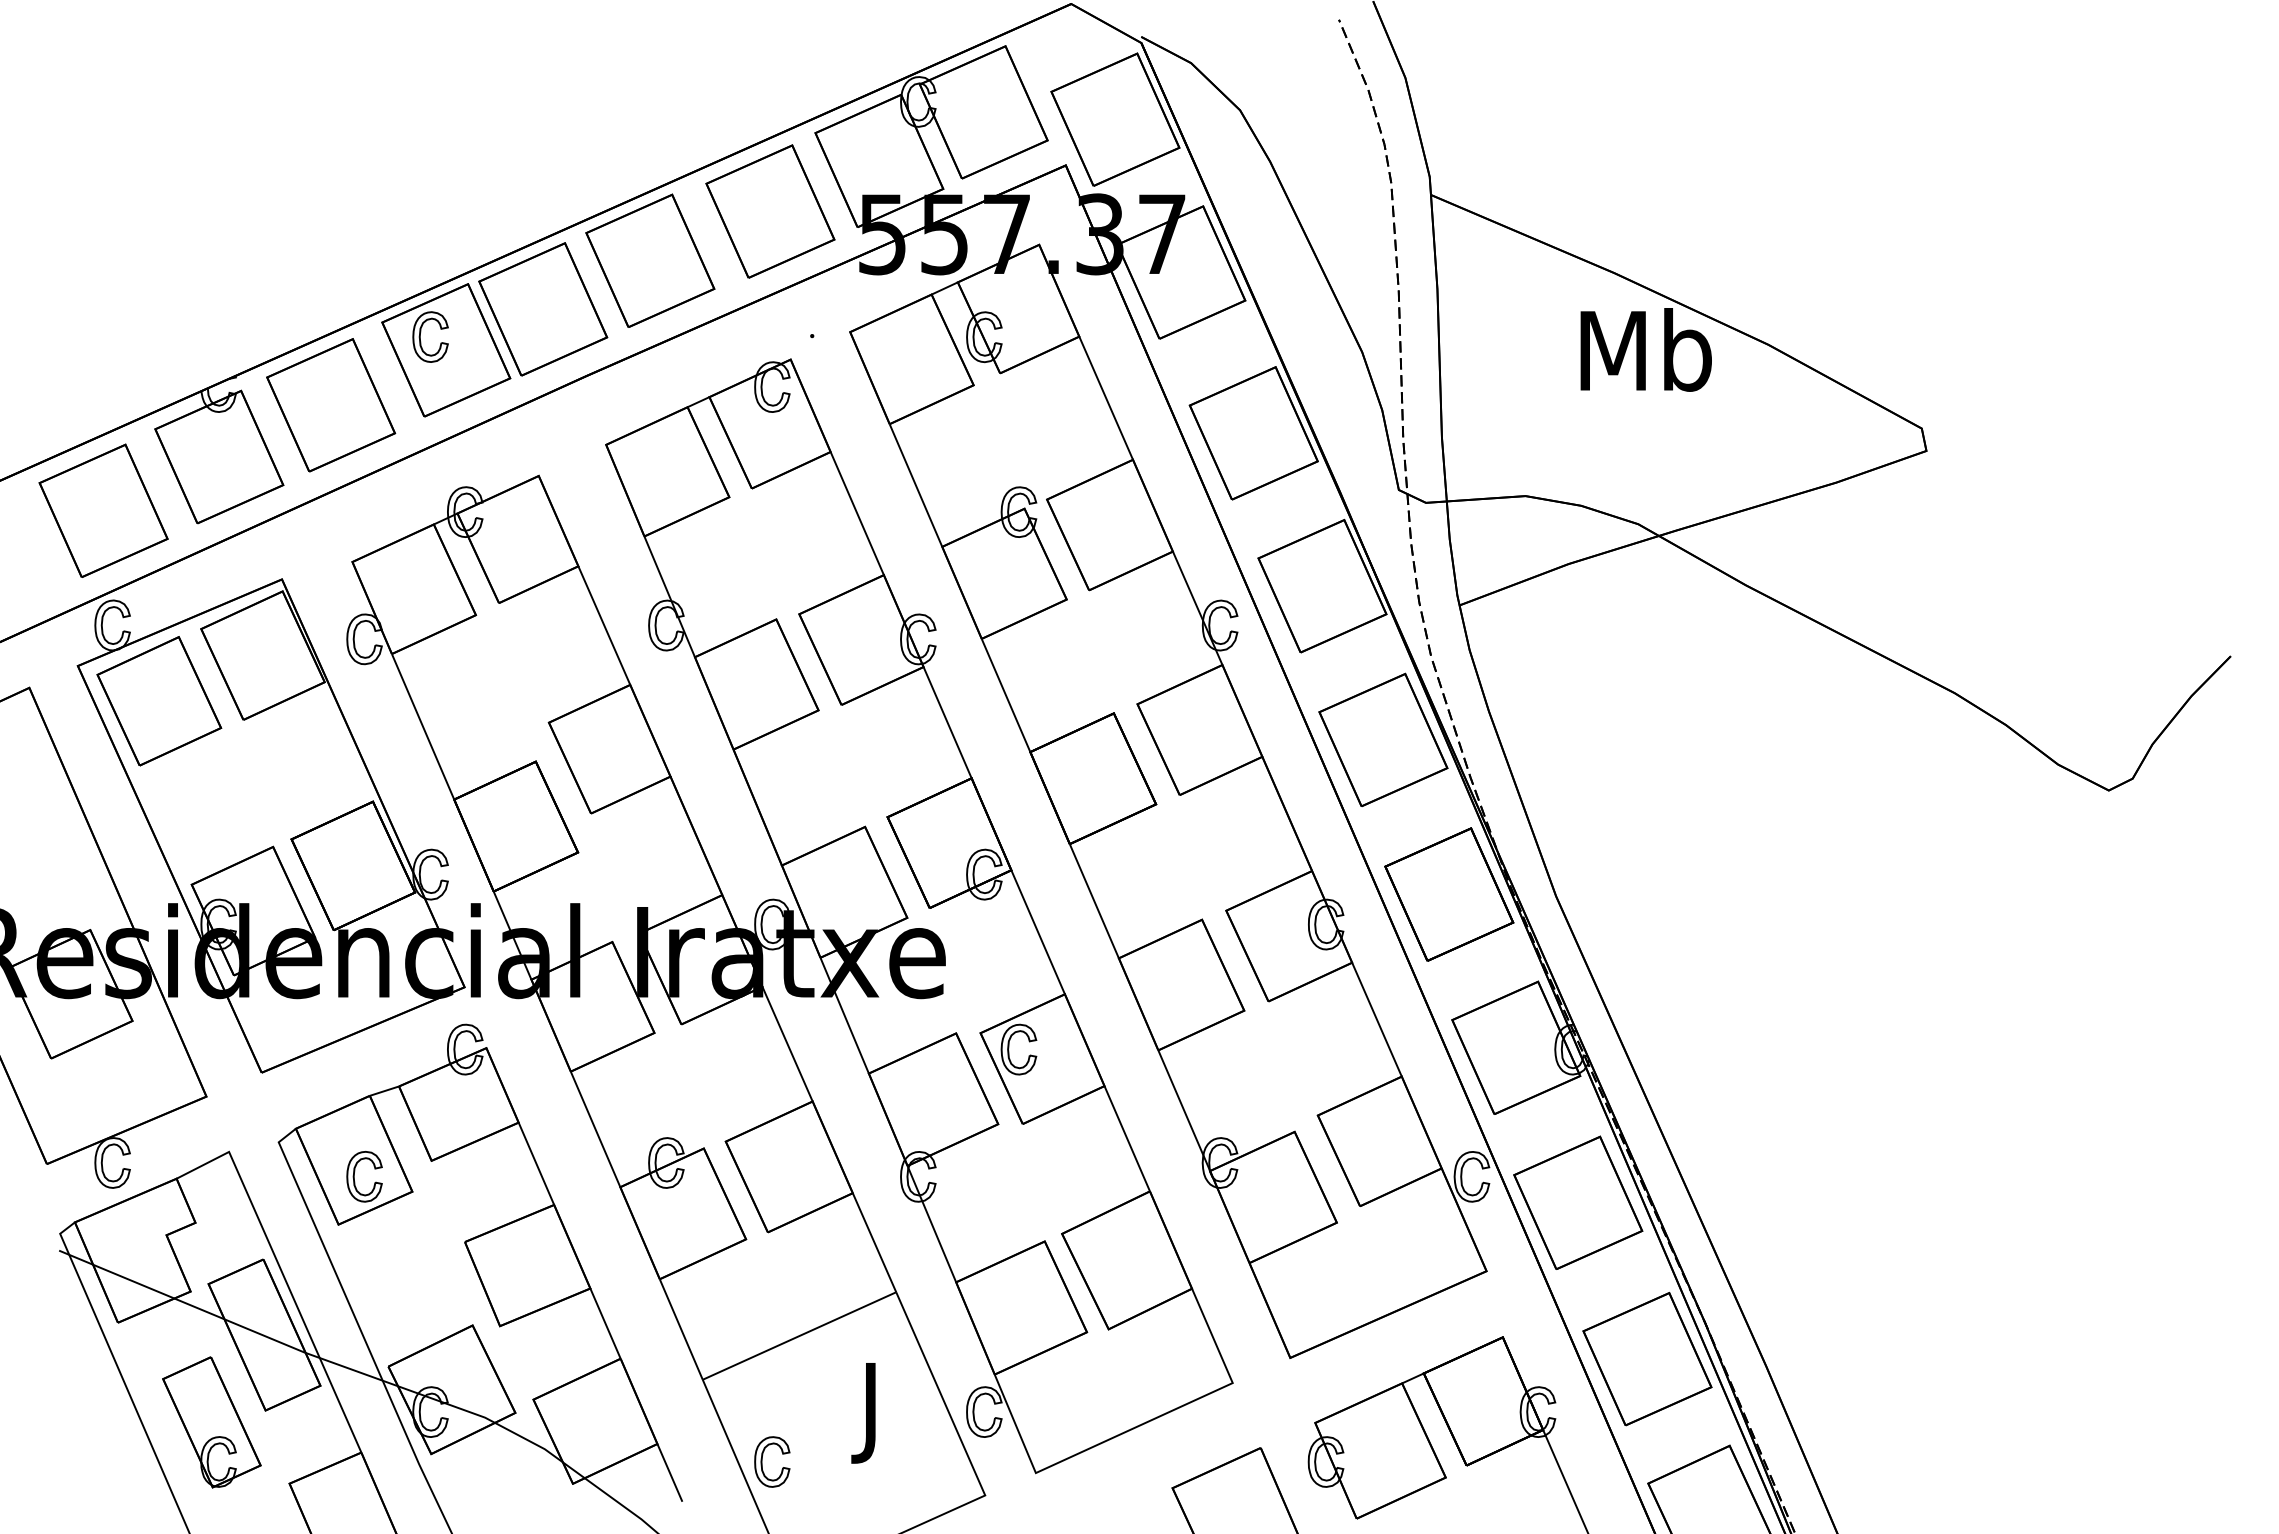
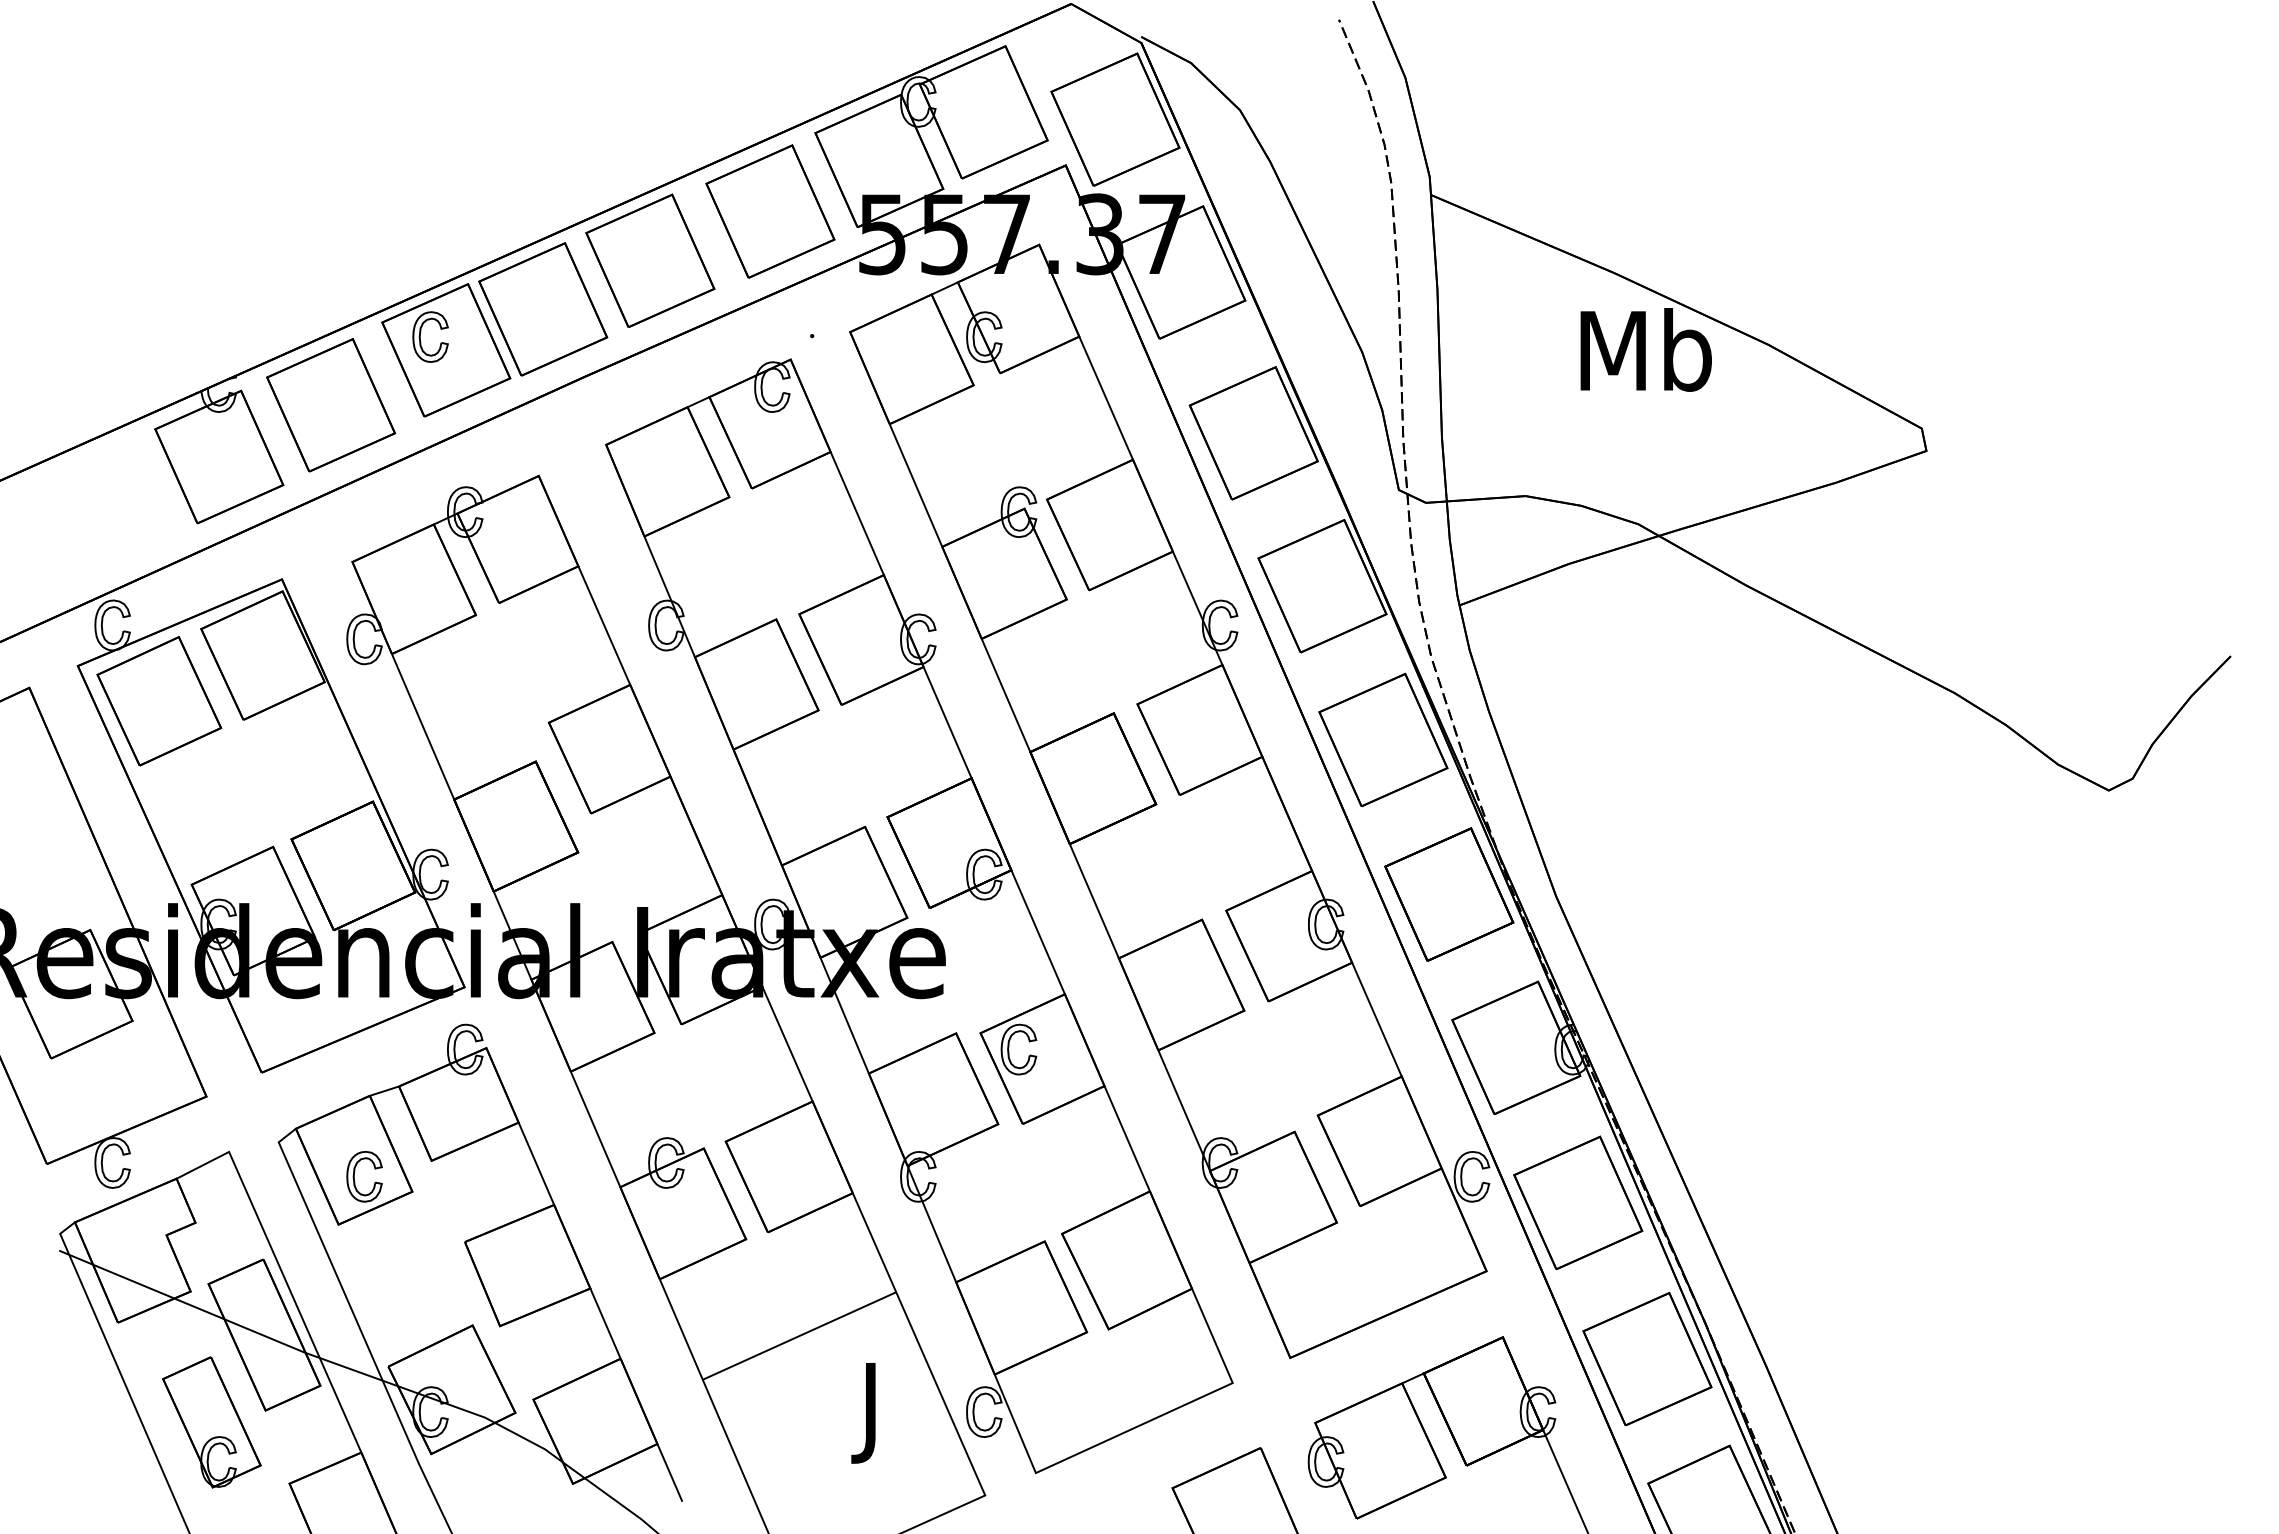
part at (103, 510): present -> none
part at (762, 1461): present -> none
